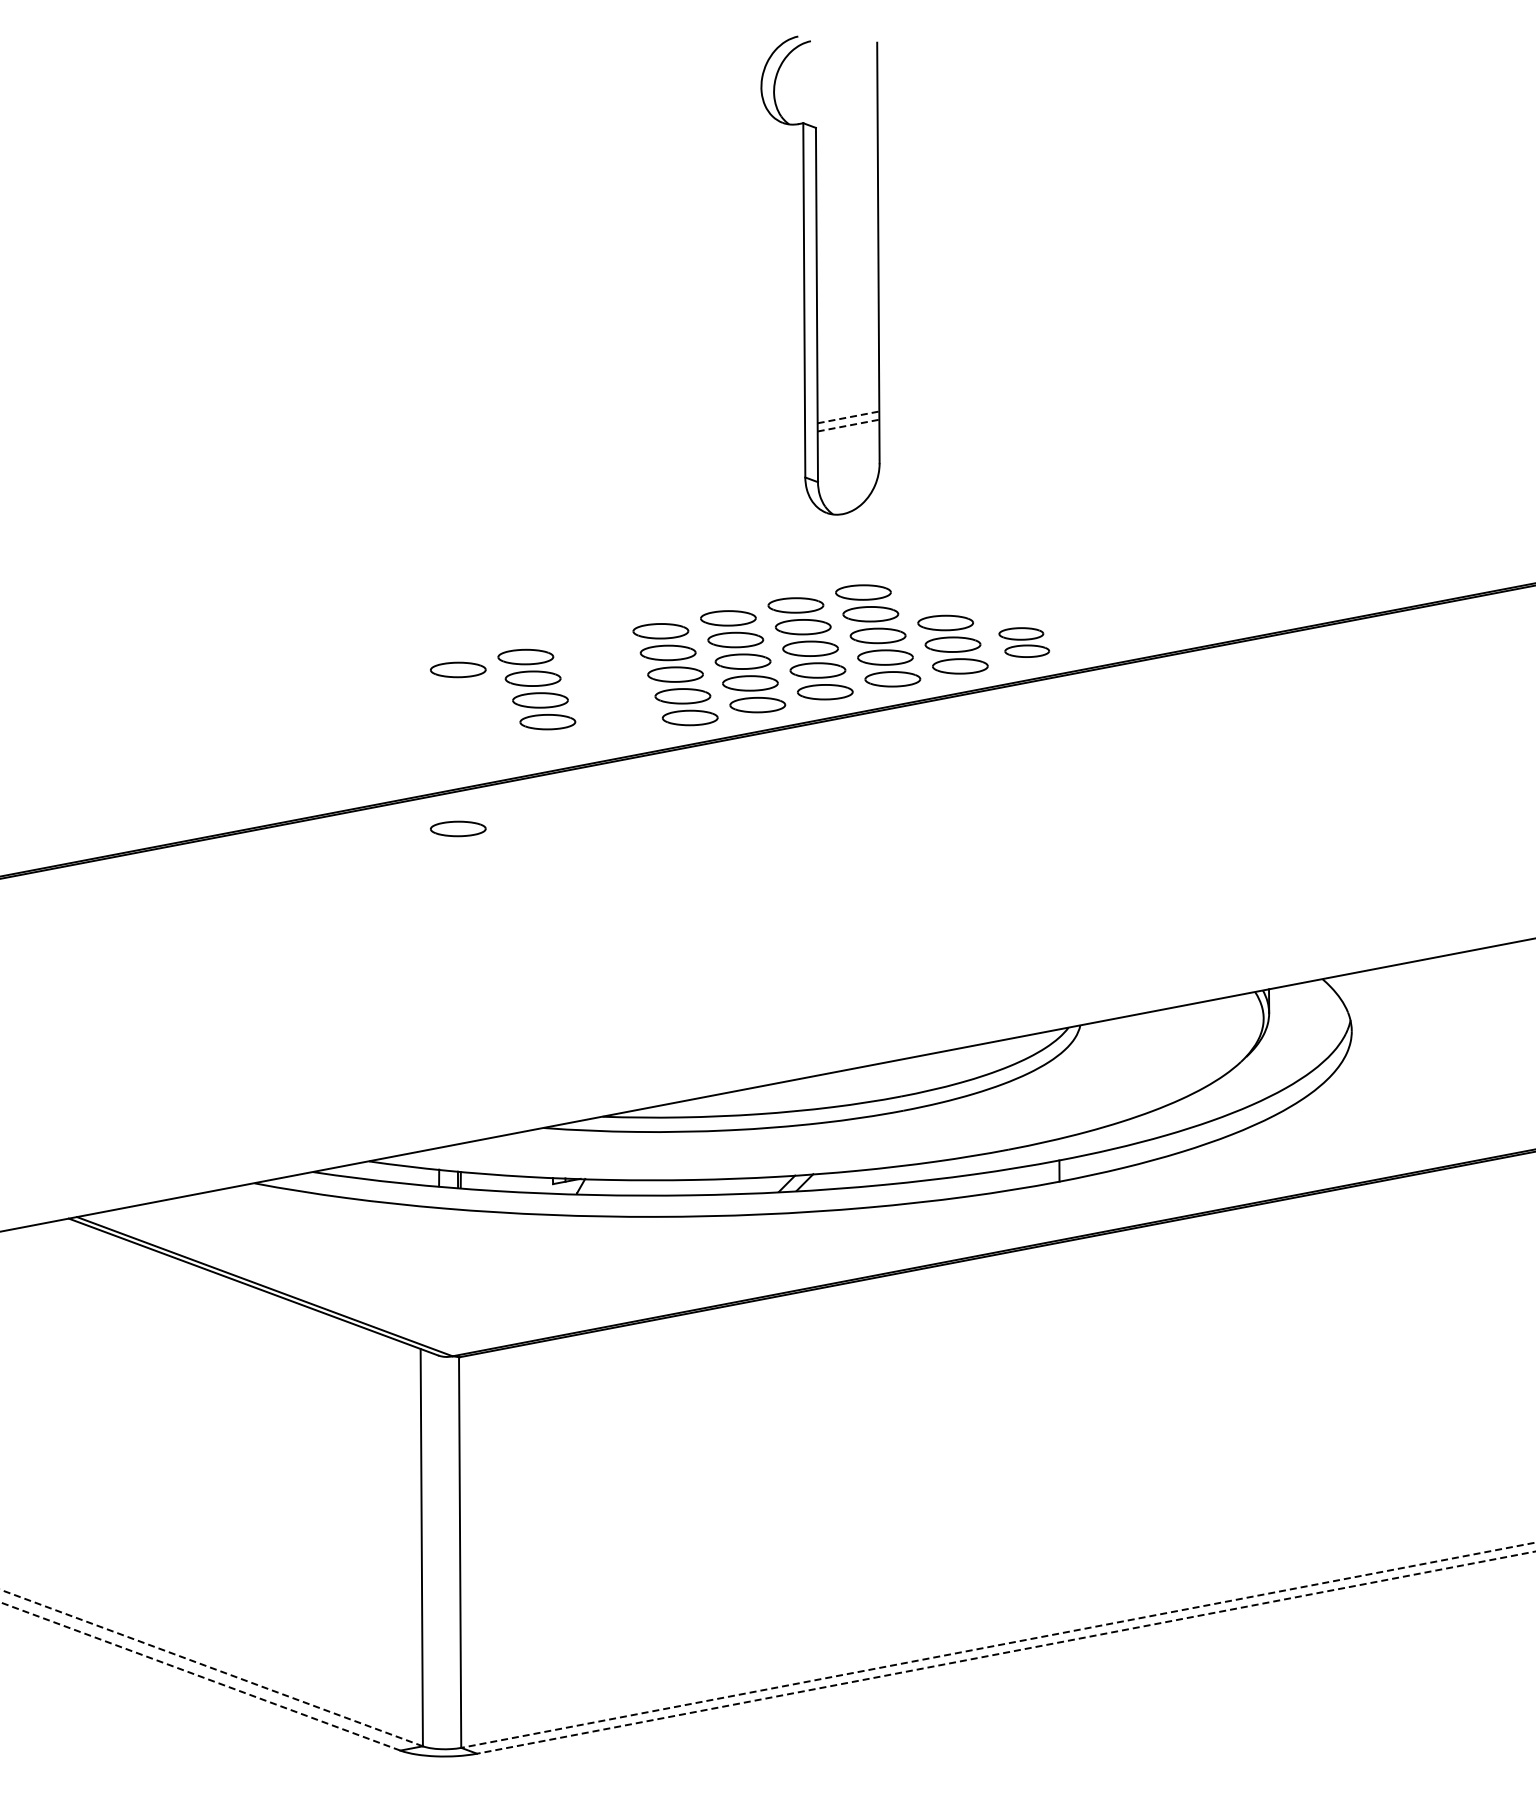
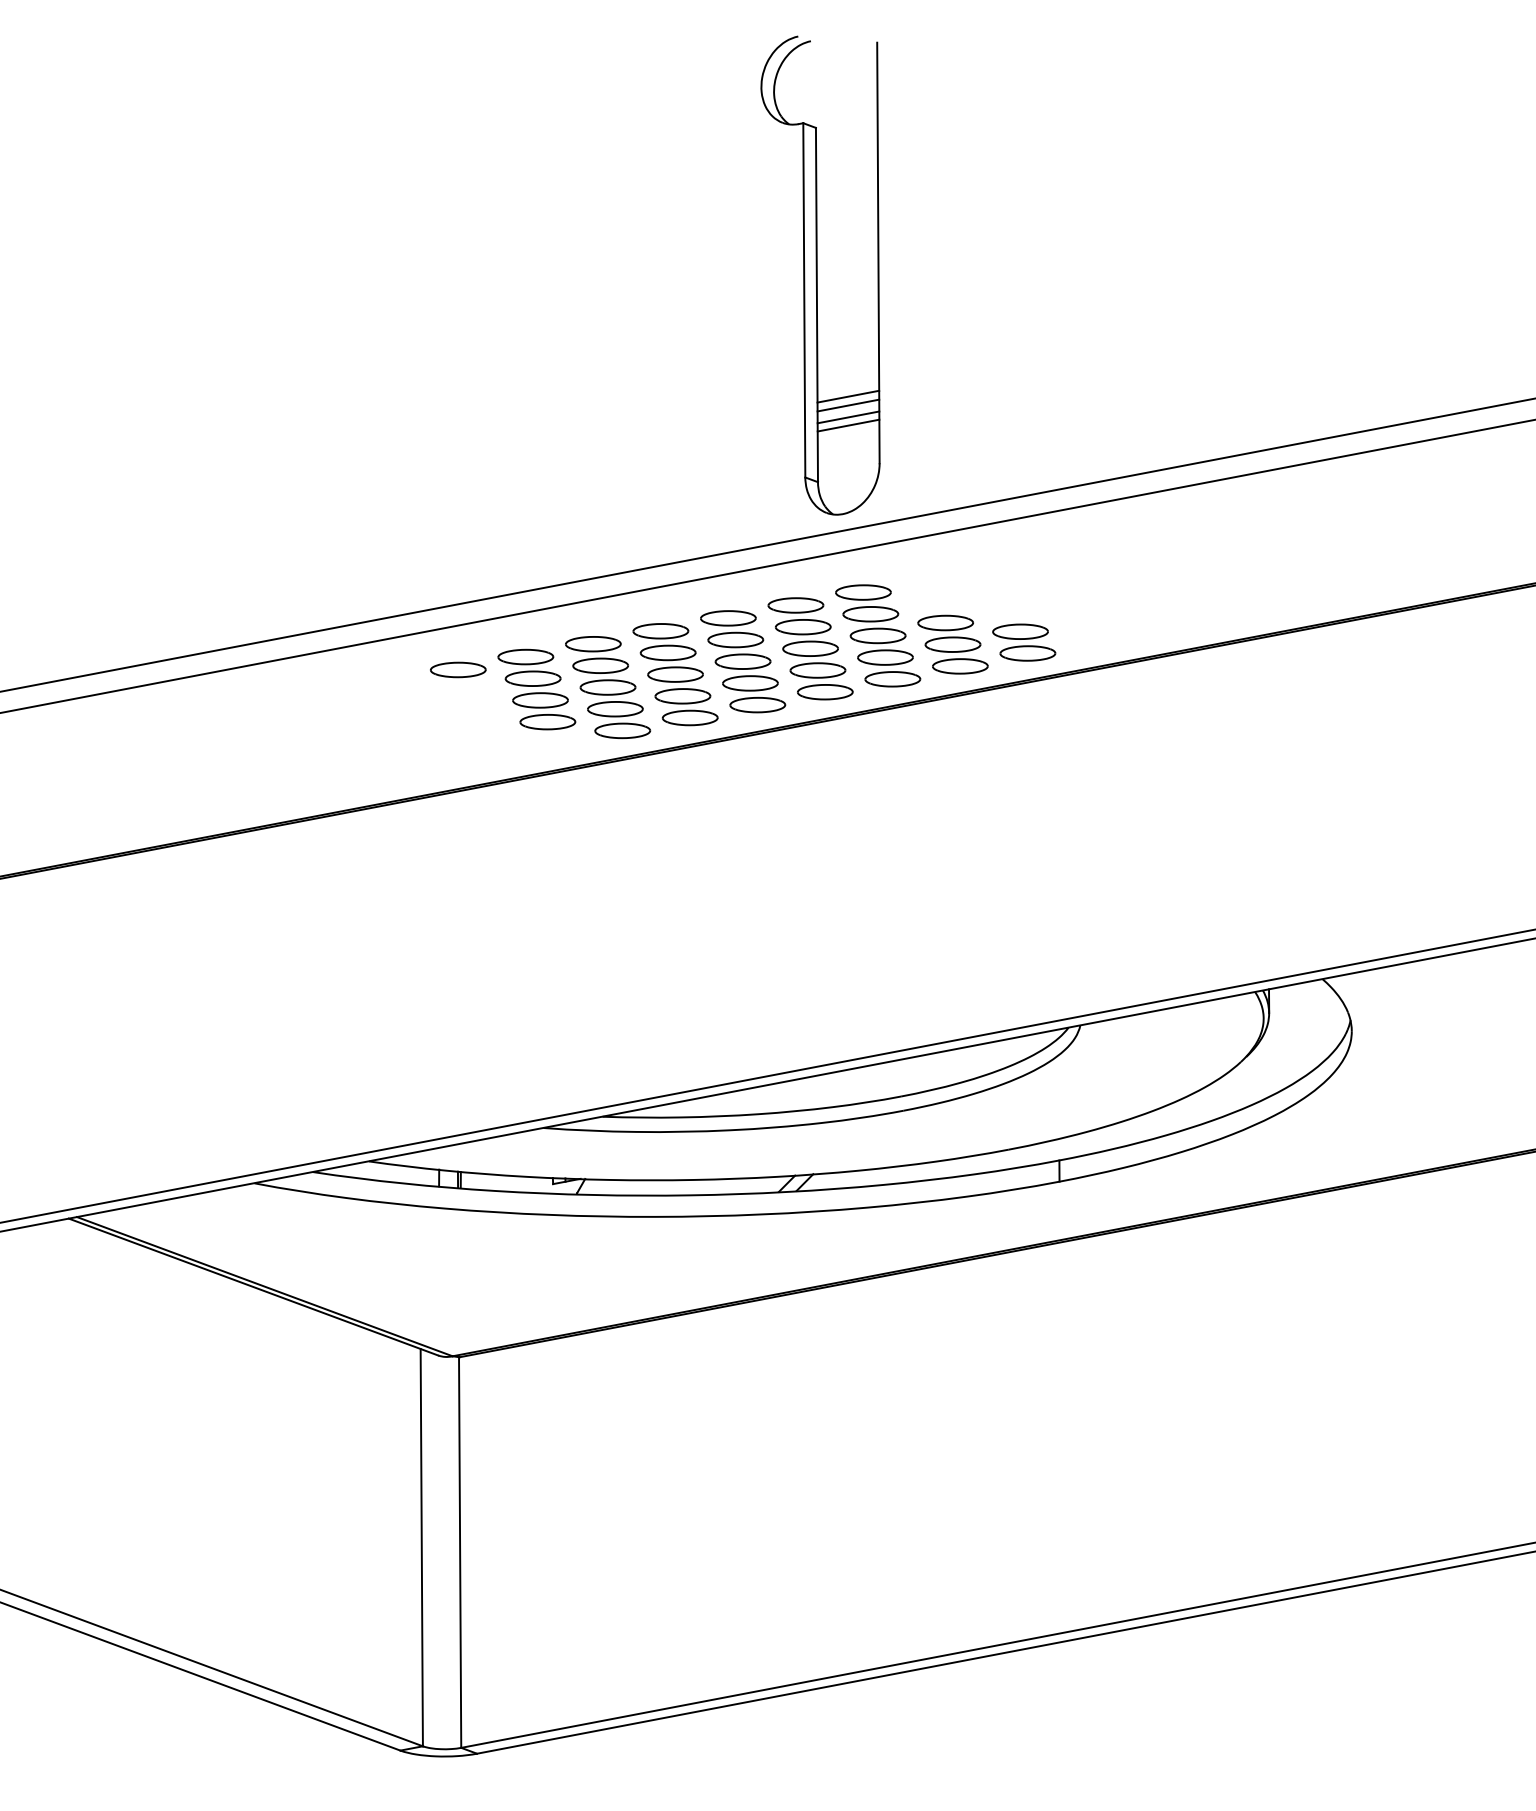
line at (848, 396): none -> present
line at (848, 405): none -> present
line at (848, 417): dashed -> solid
line at (849, 425): dashed -> solid
line at (767, 545): none -> present
line at (767, 566): none -> present
part at (1024, 642) size: 53x31 px -> 65x39 px
part at (608, 687): none -> present
part at (458, 828): present -> none
line at (767, 1076): none -> present
line at (998, 1645): dashed -> solid
line at (1006, 1652): dashed -> solid
line at (211, 1667): dashed -> solid
line at (199, 1676): dashed -> solid
